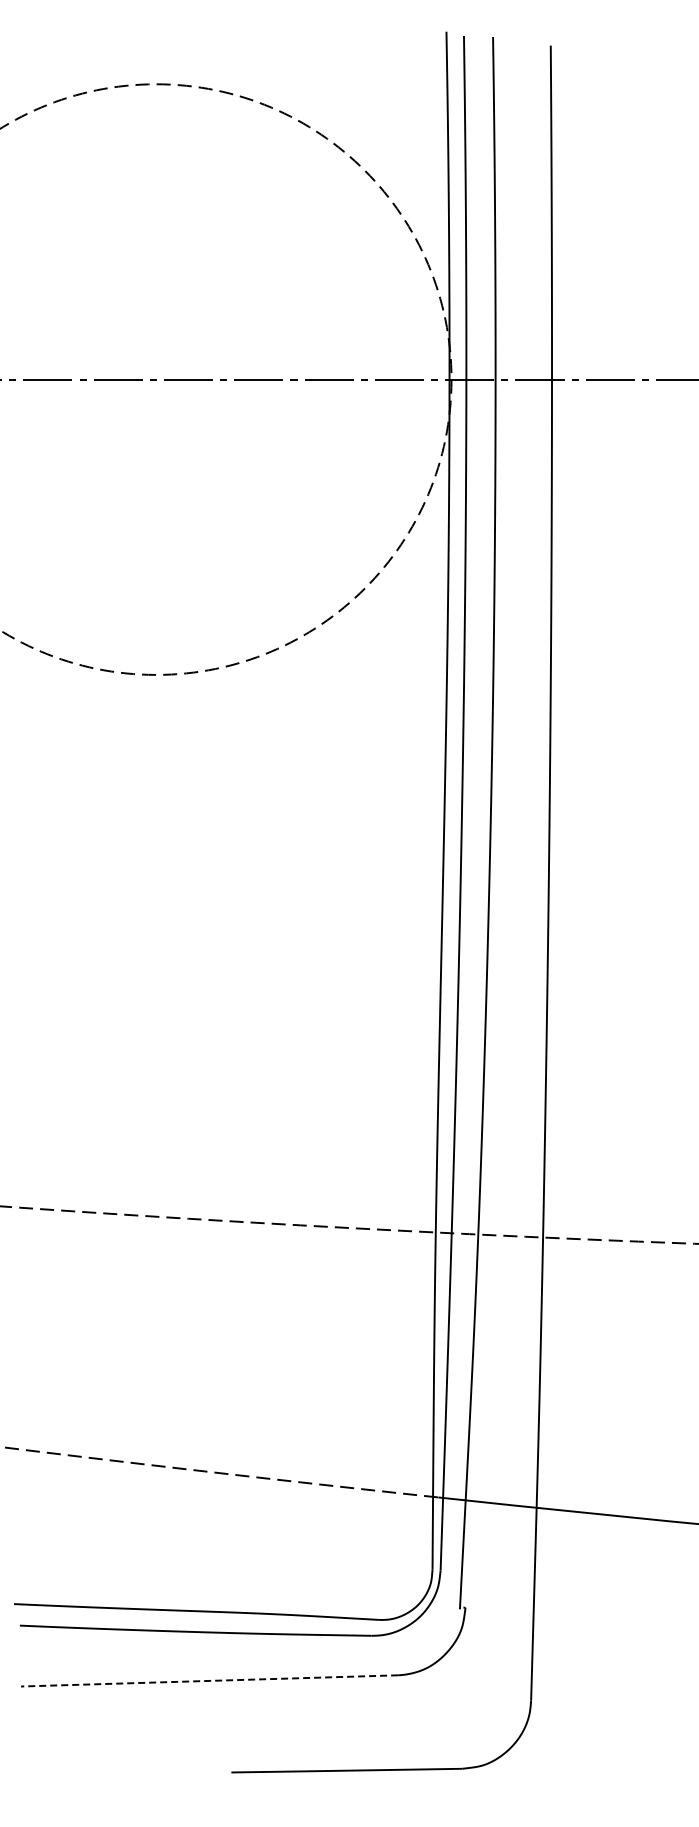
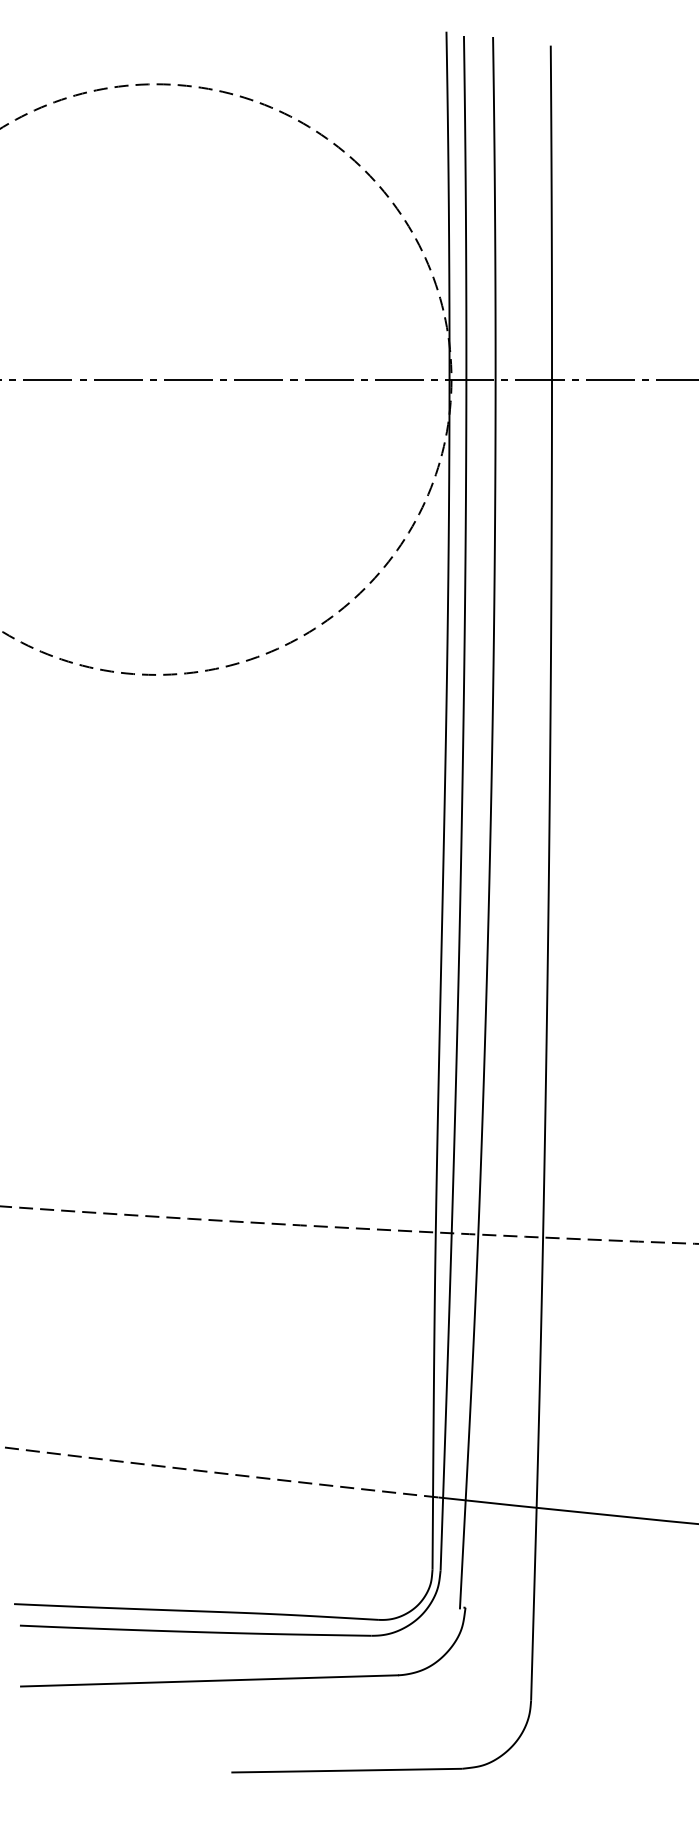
line at (209, 1680): dashed -> solid
